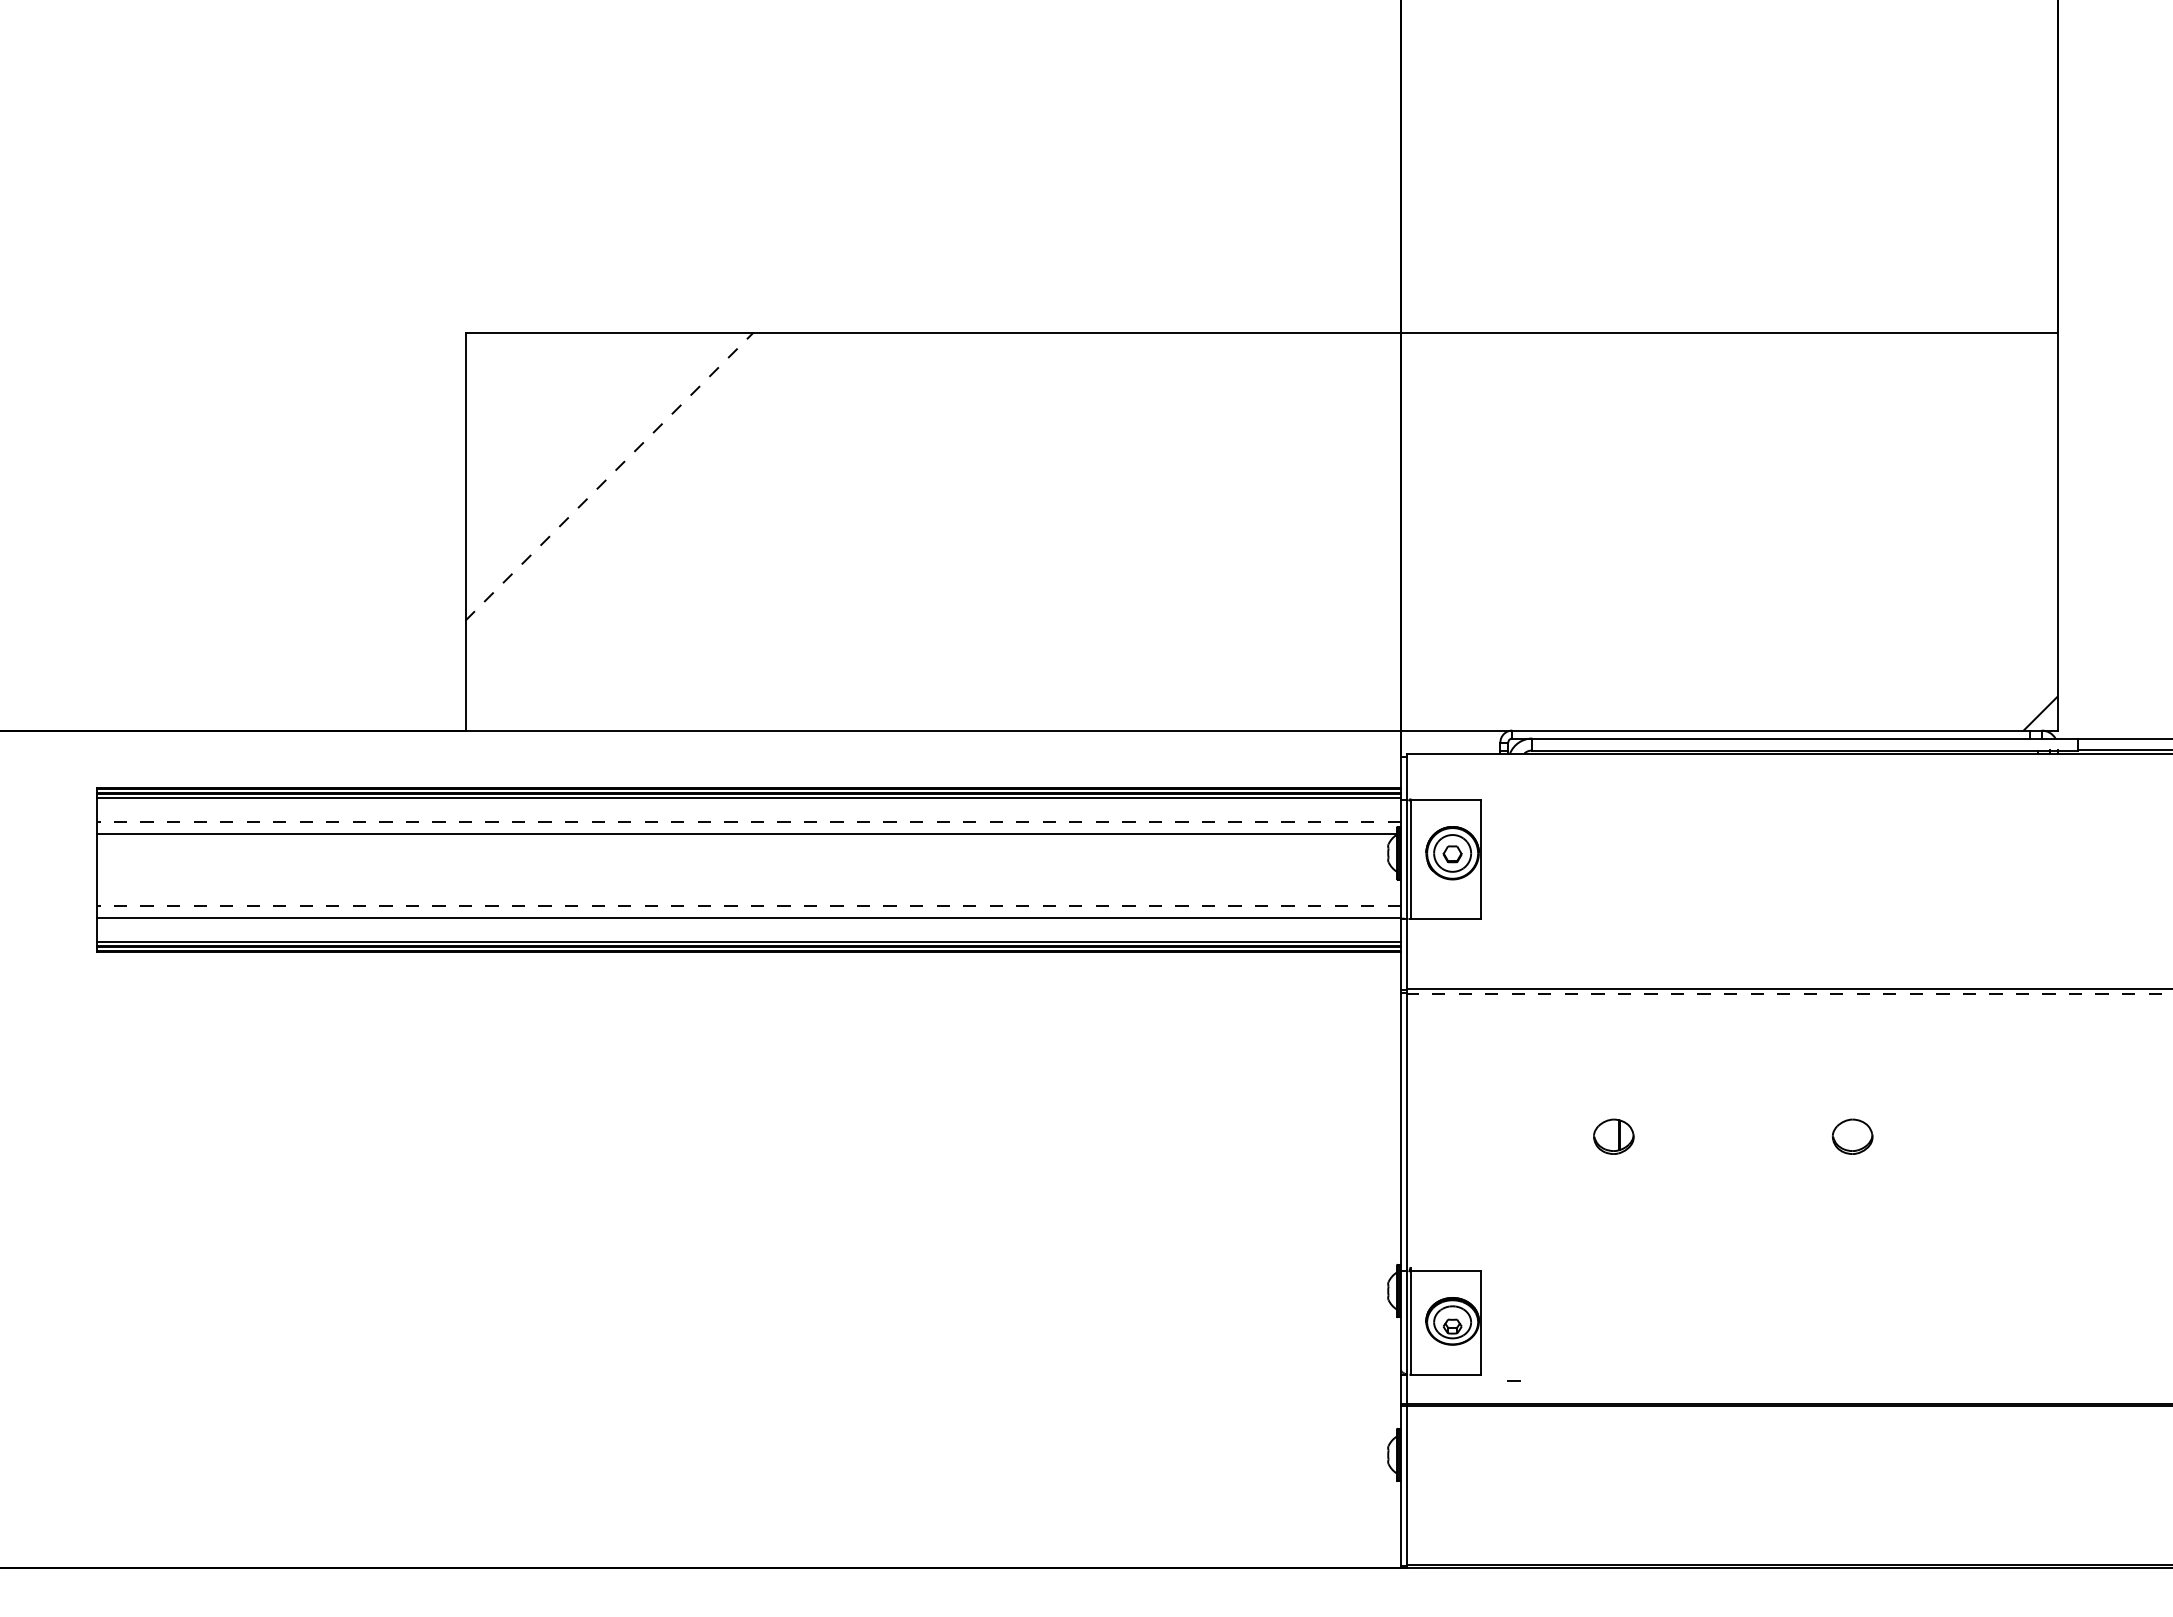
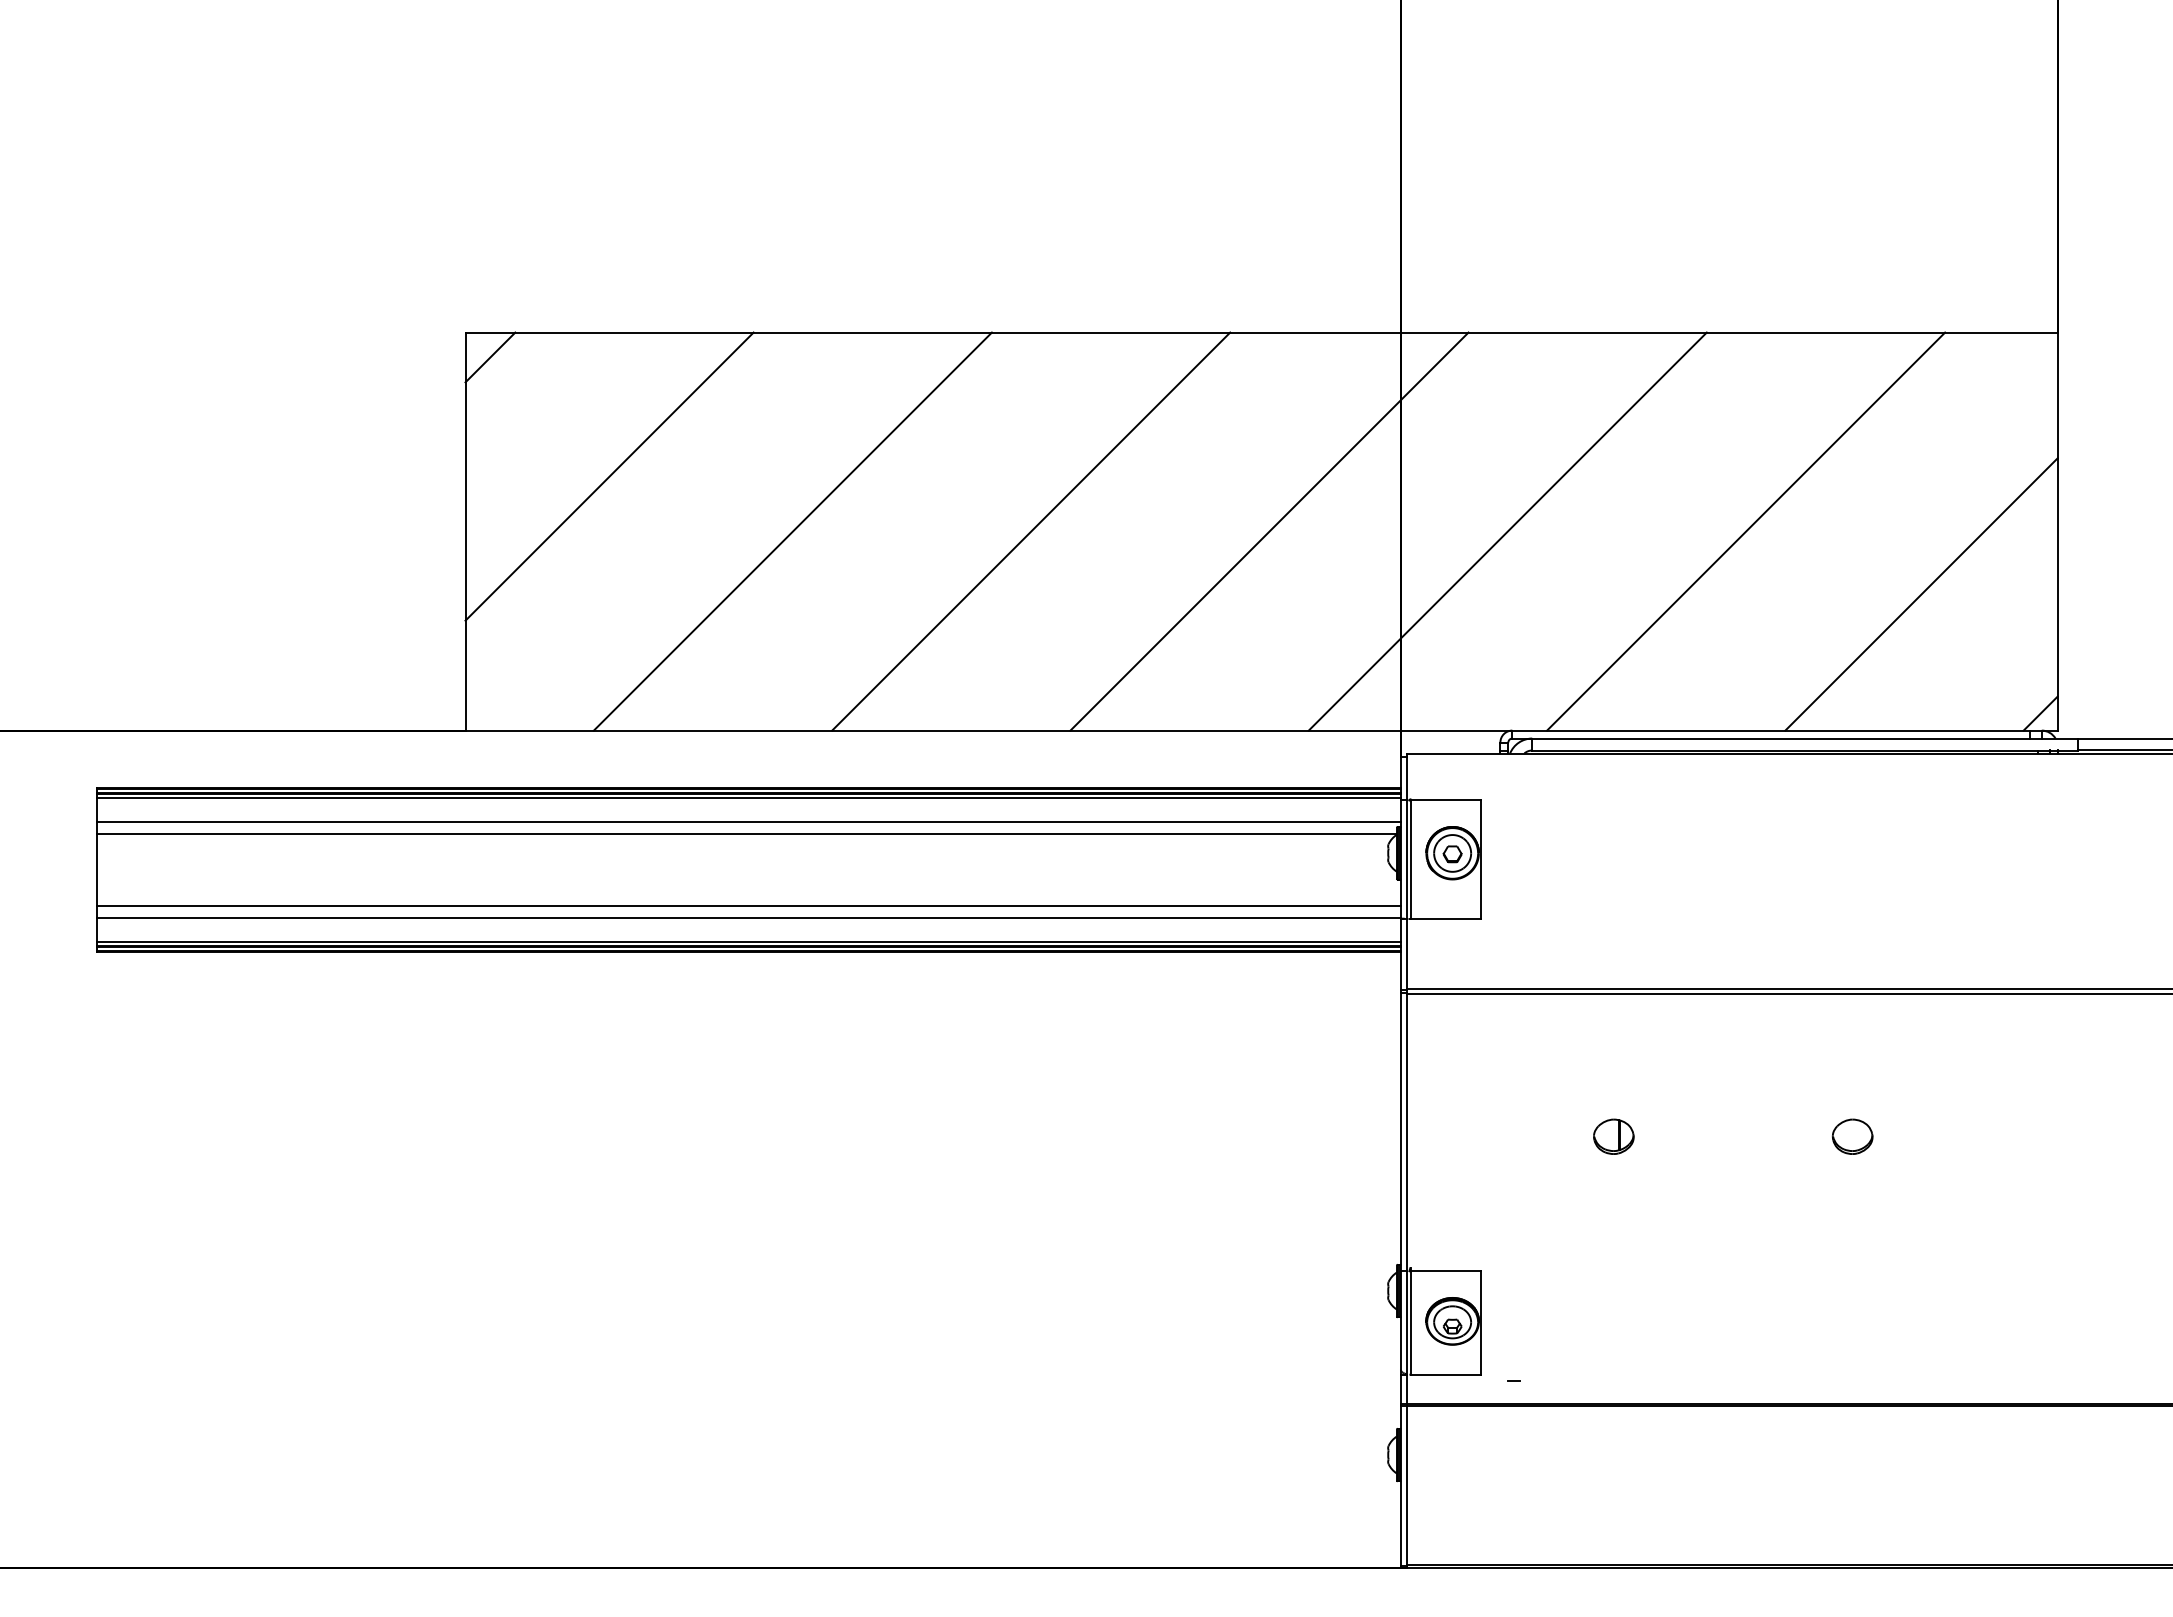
line at (490, 357): none -> present
line at (609, 476): dashed -> solid
line at (792, 531): none -> present
line at (1031, 531): none -> present
line at (1269, 531): none -> present
line at (1507, 531): none -> present
line at (1746, 531): none -> present
line at (1921, 594): none -> present
line at (749, 822): dashed -> solid
line at (749, 905): dashed -> solid
line at (1788, 993): dashed -> solid
